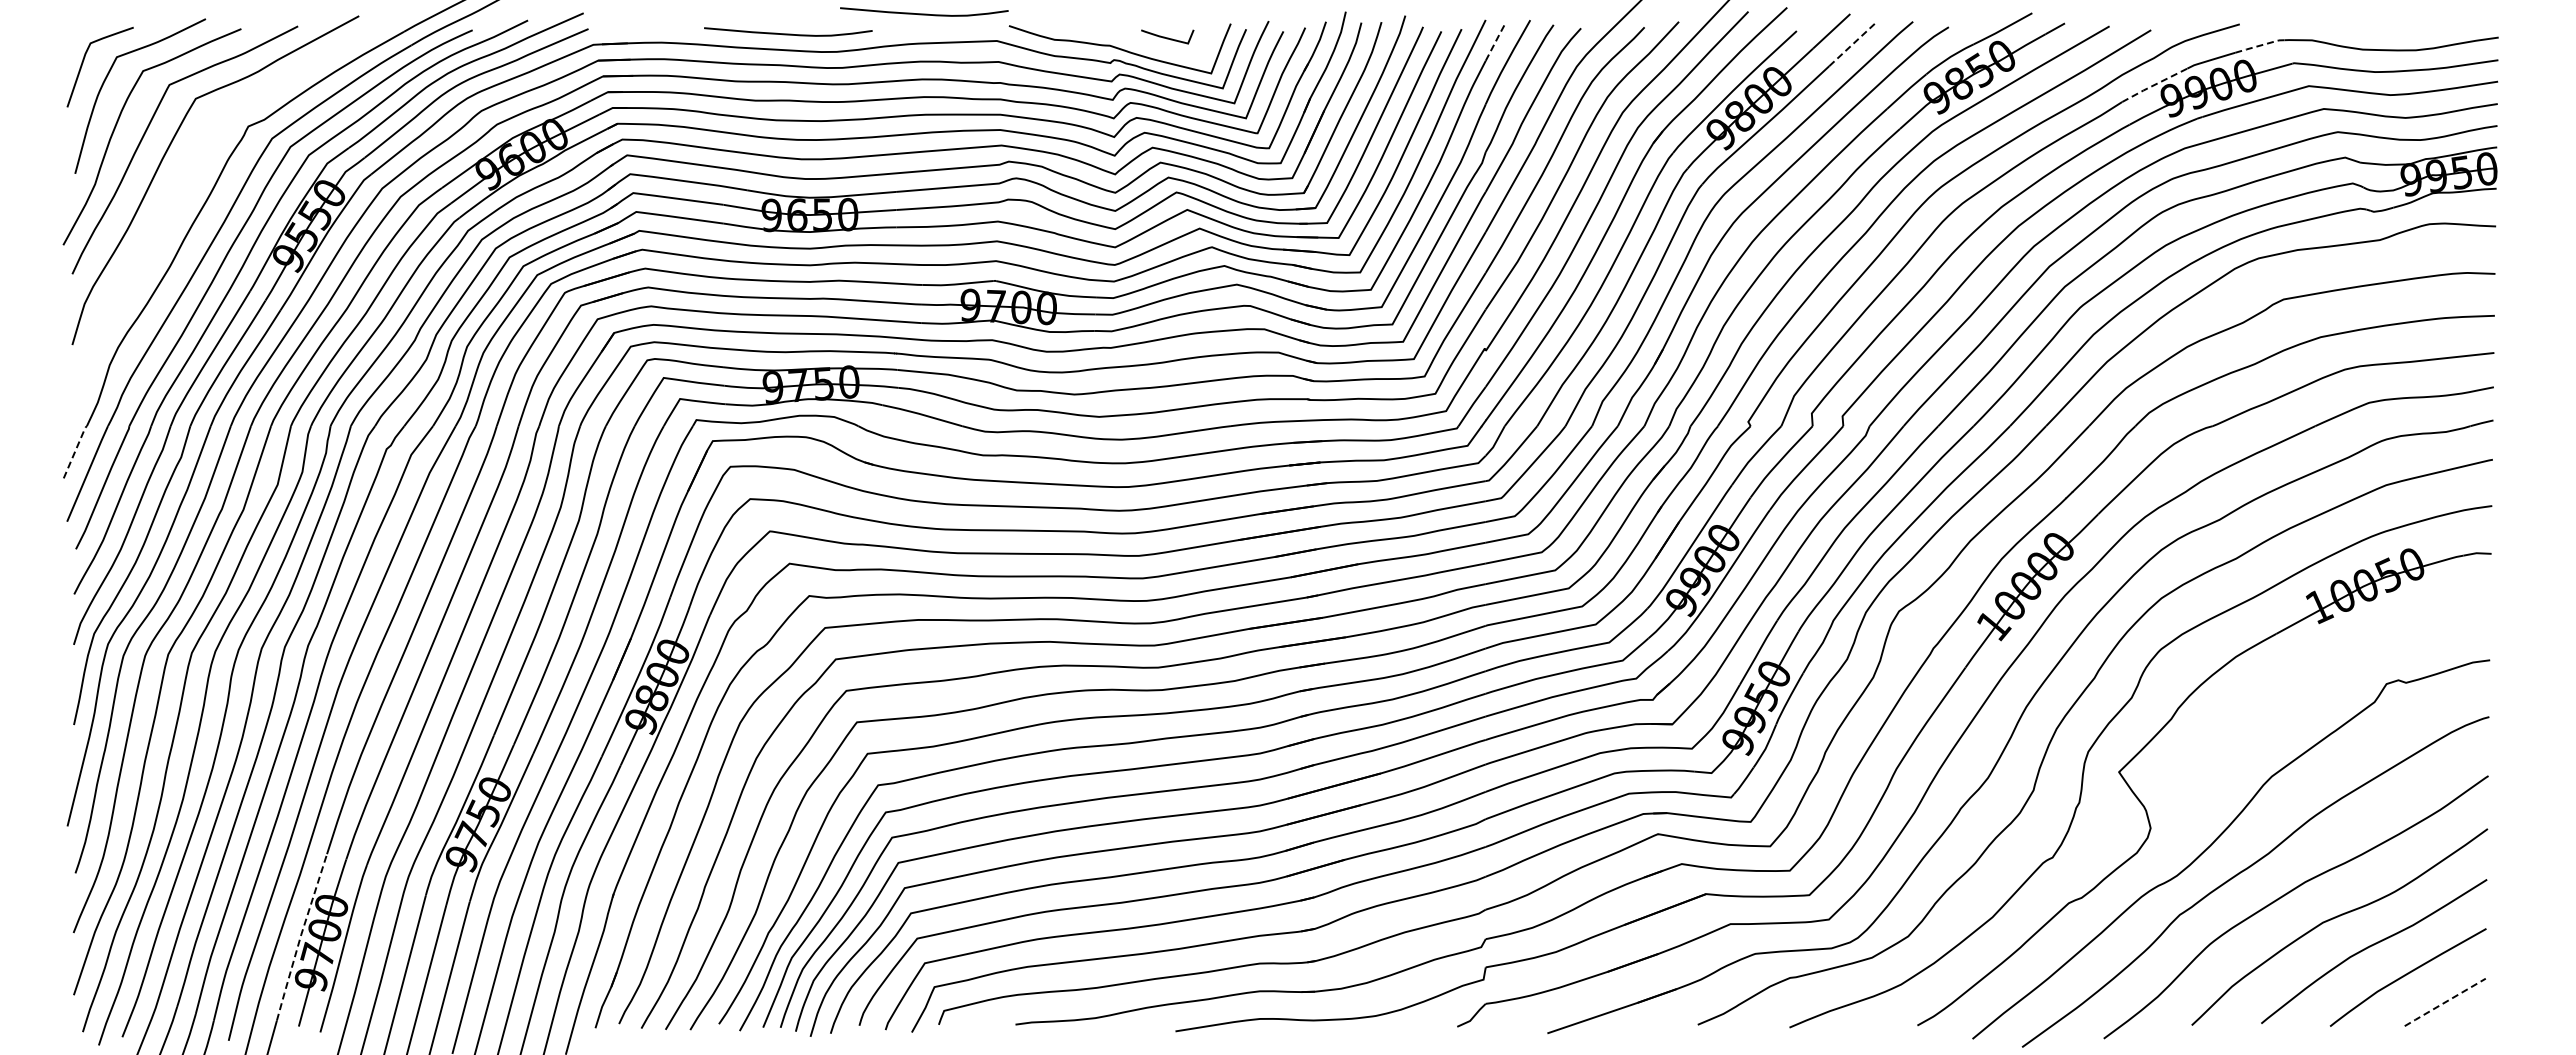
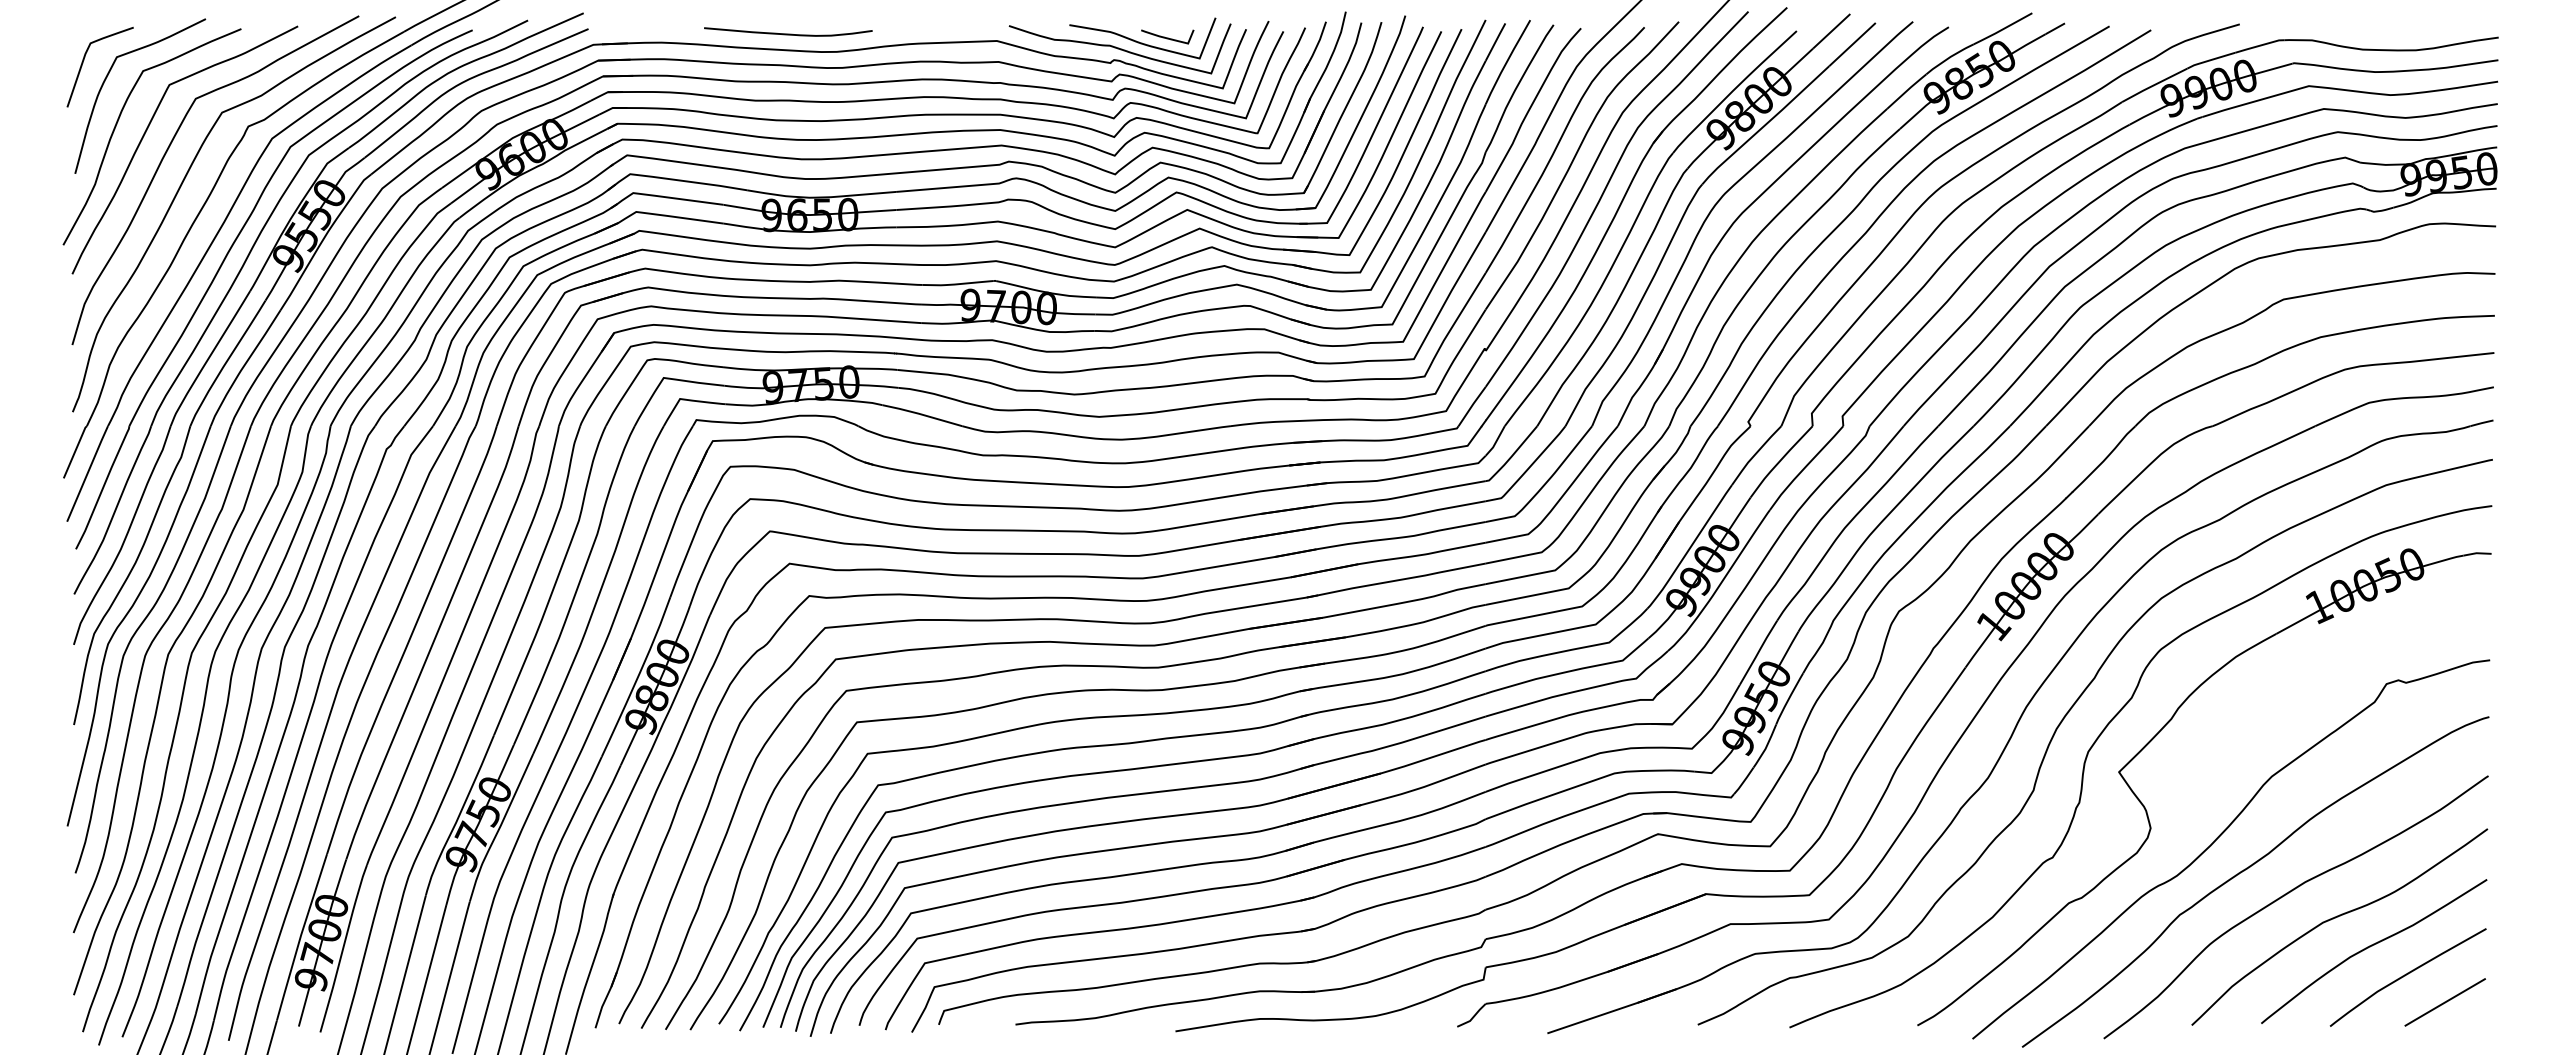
curve at (924, 13): present -> none
curve at (1142, 42): none -> present
line at (1495, 42): dashed -> solid
line at (1852, 44): dashed -> solid
line at (2260, 45): dashed -> solid
line at (2153, 85): dashed -> solid
curve at (180, 188): none -> present
line at (75, 451): dashed -> solid
line at (300, 936): dashed -> solid
line at (2444, 1002): dashed -> solid
